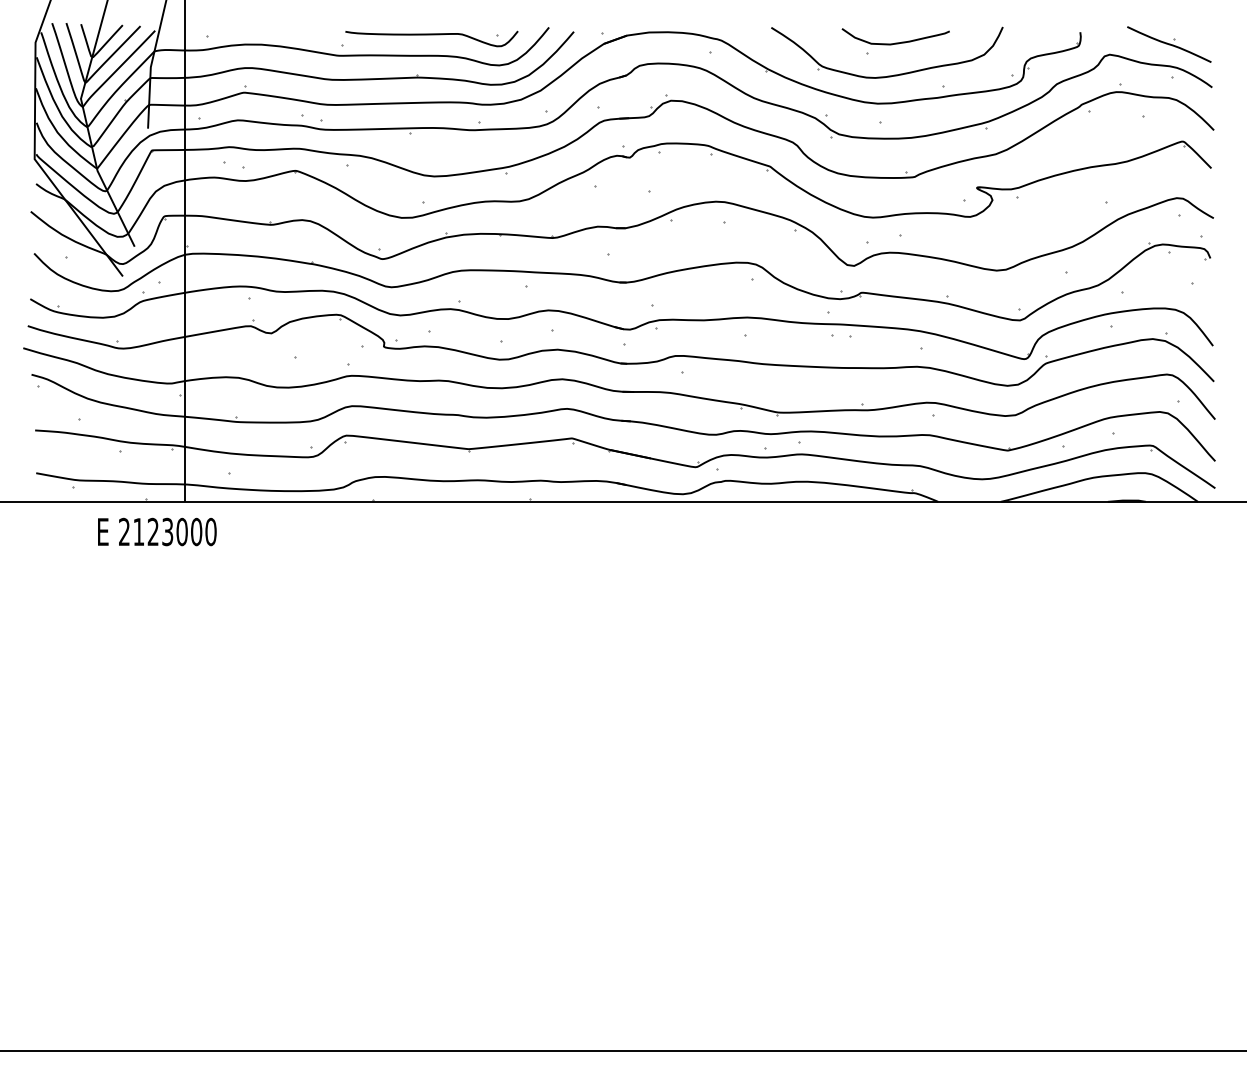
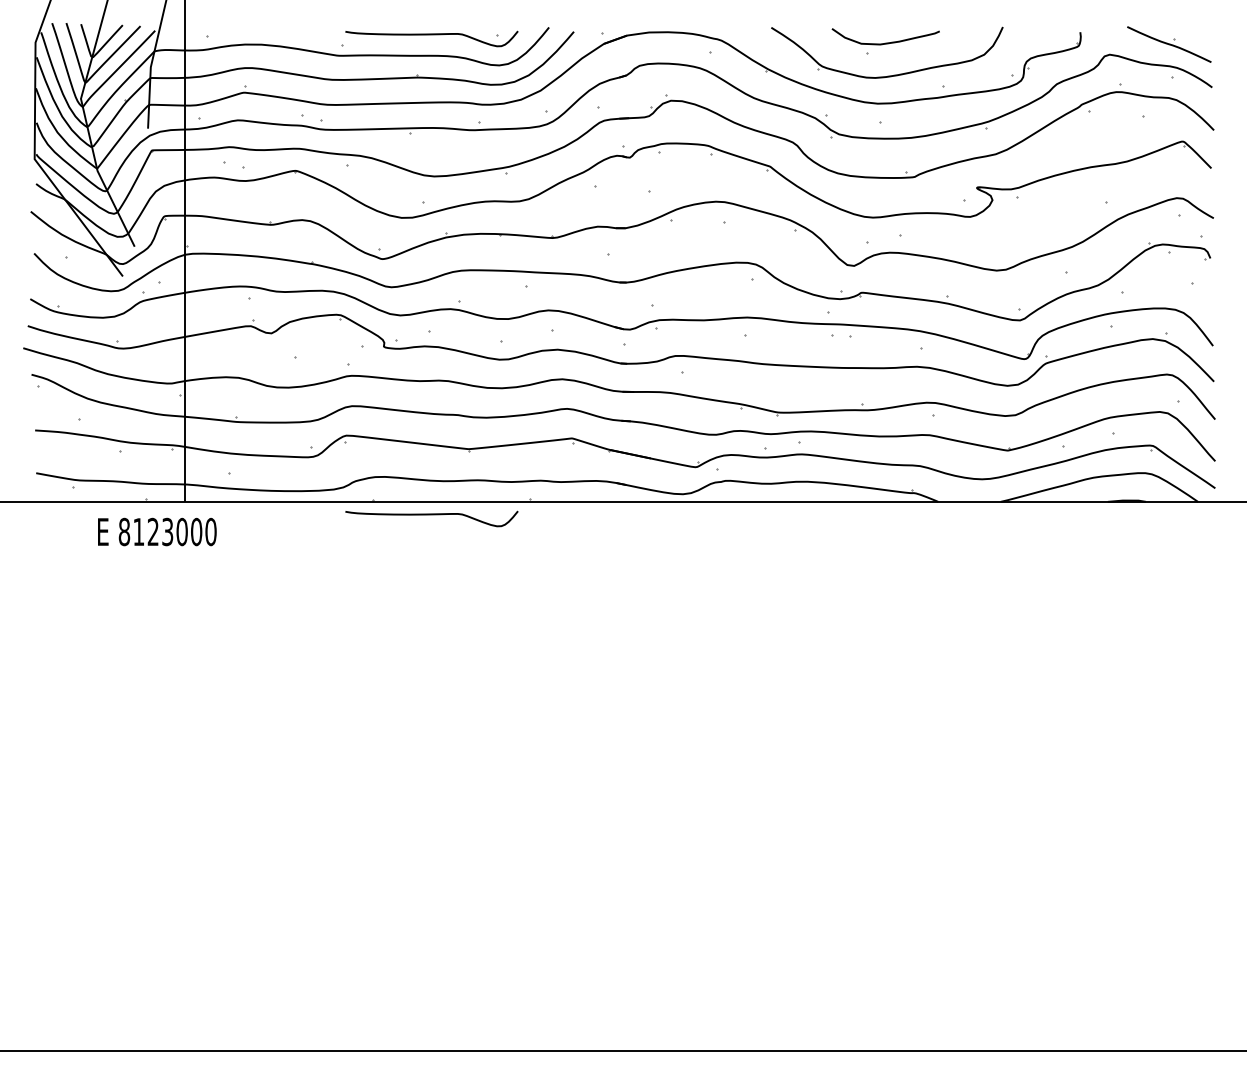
curve at (895, 42) position: (895, 42) -> (885, 42)
curve at (431, 515): none -> present
text at (124, 532): 2123000 -> 8123000
